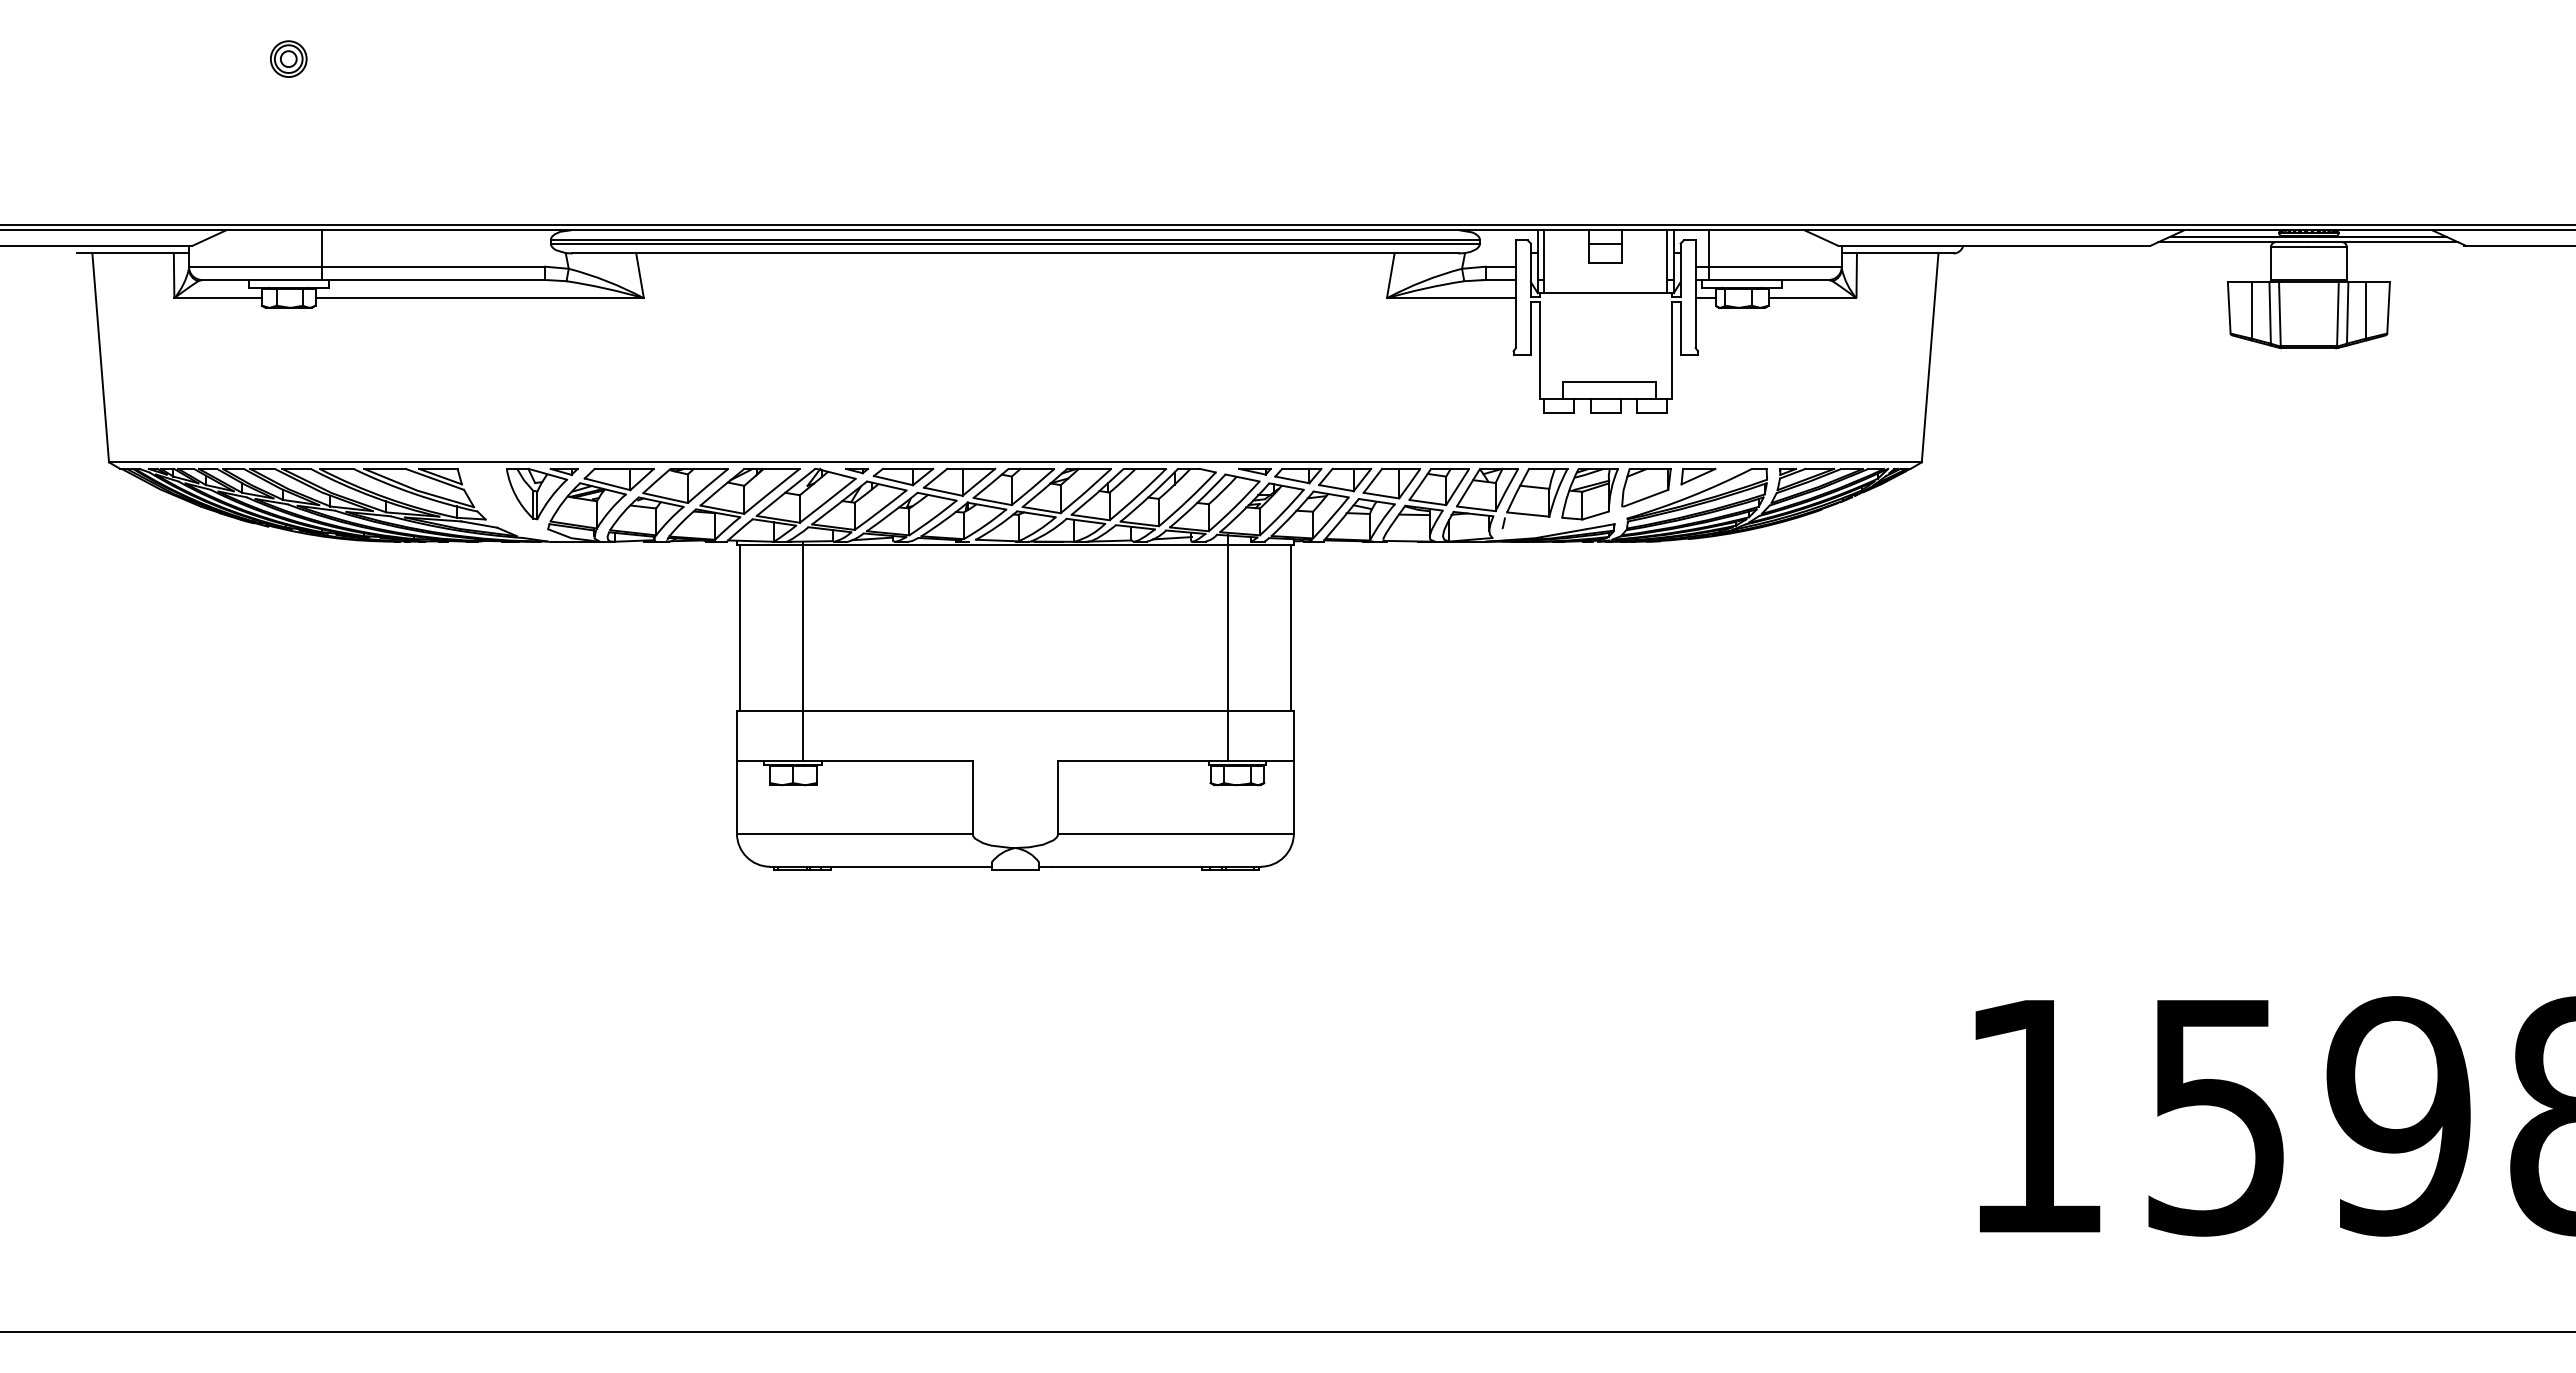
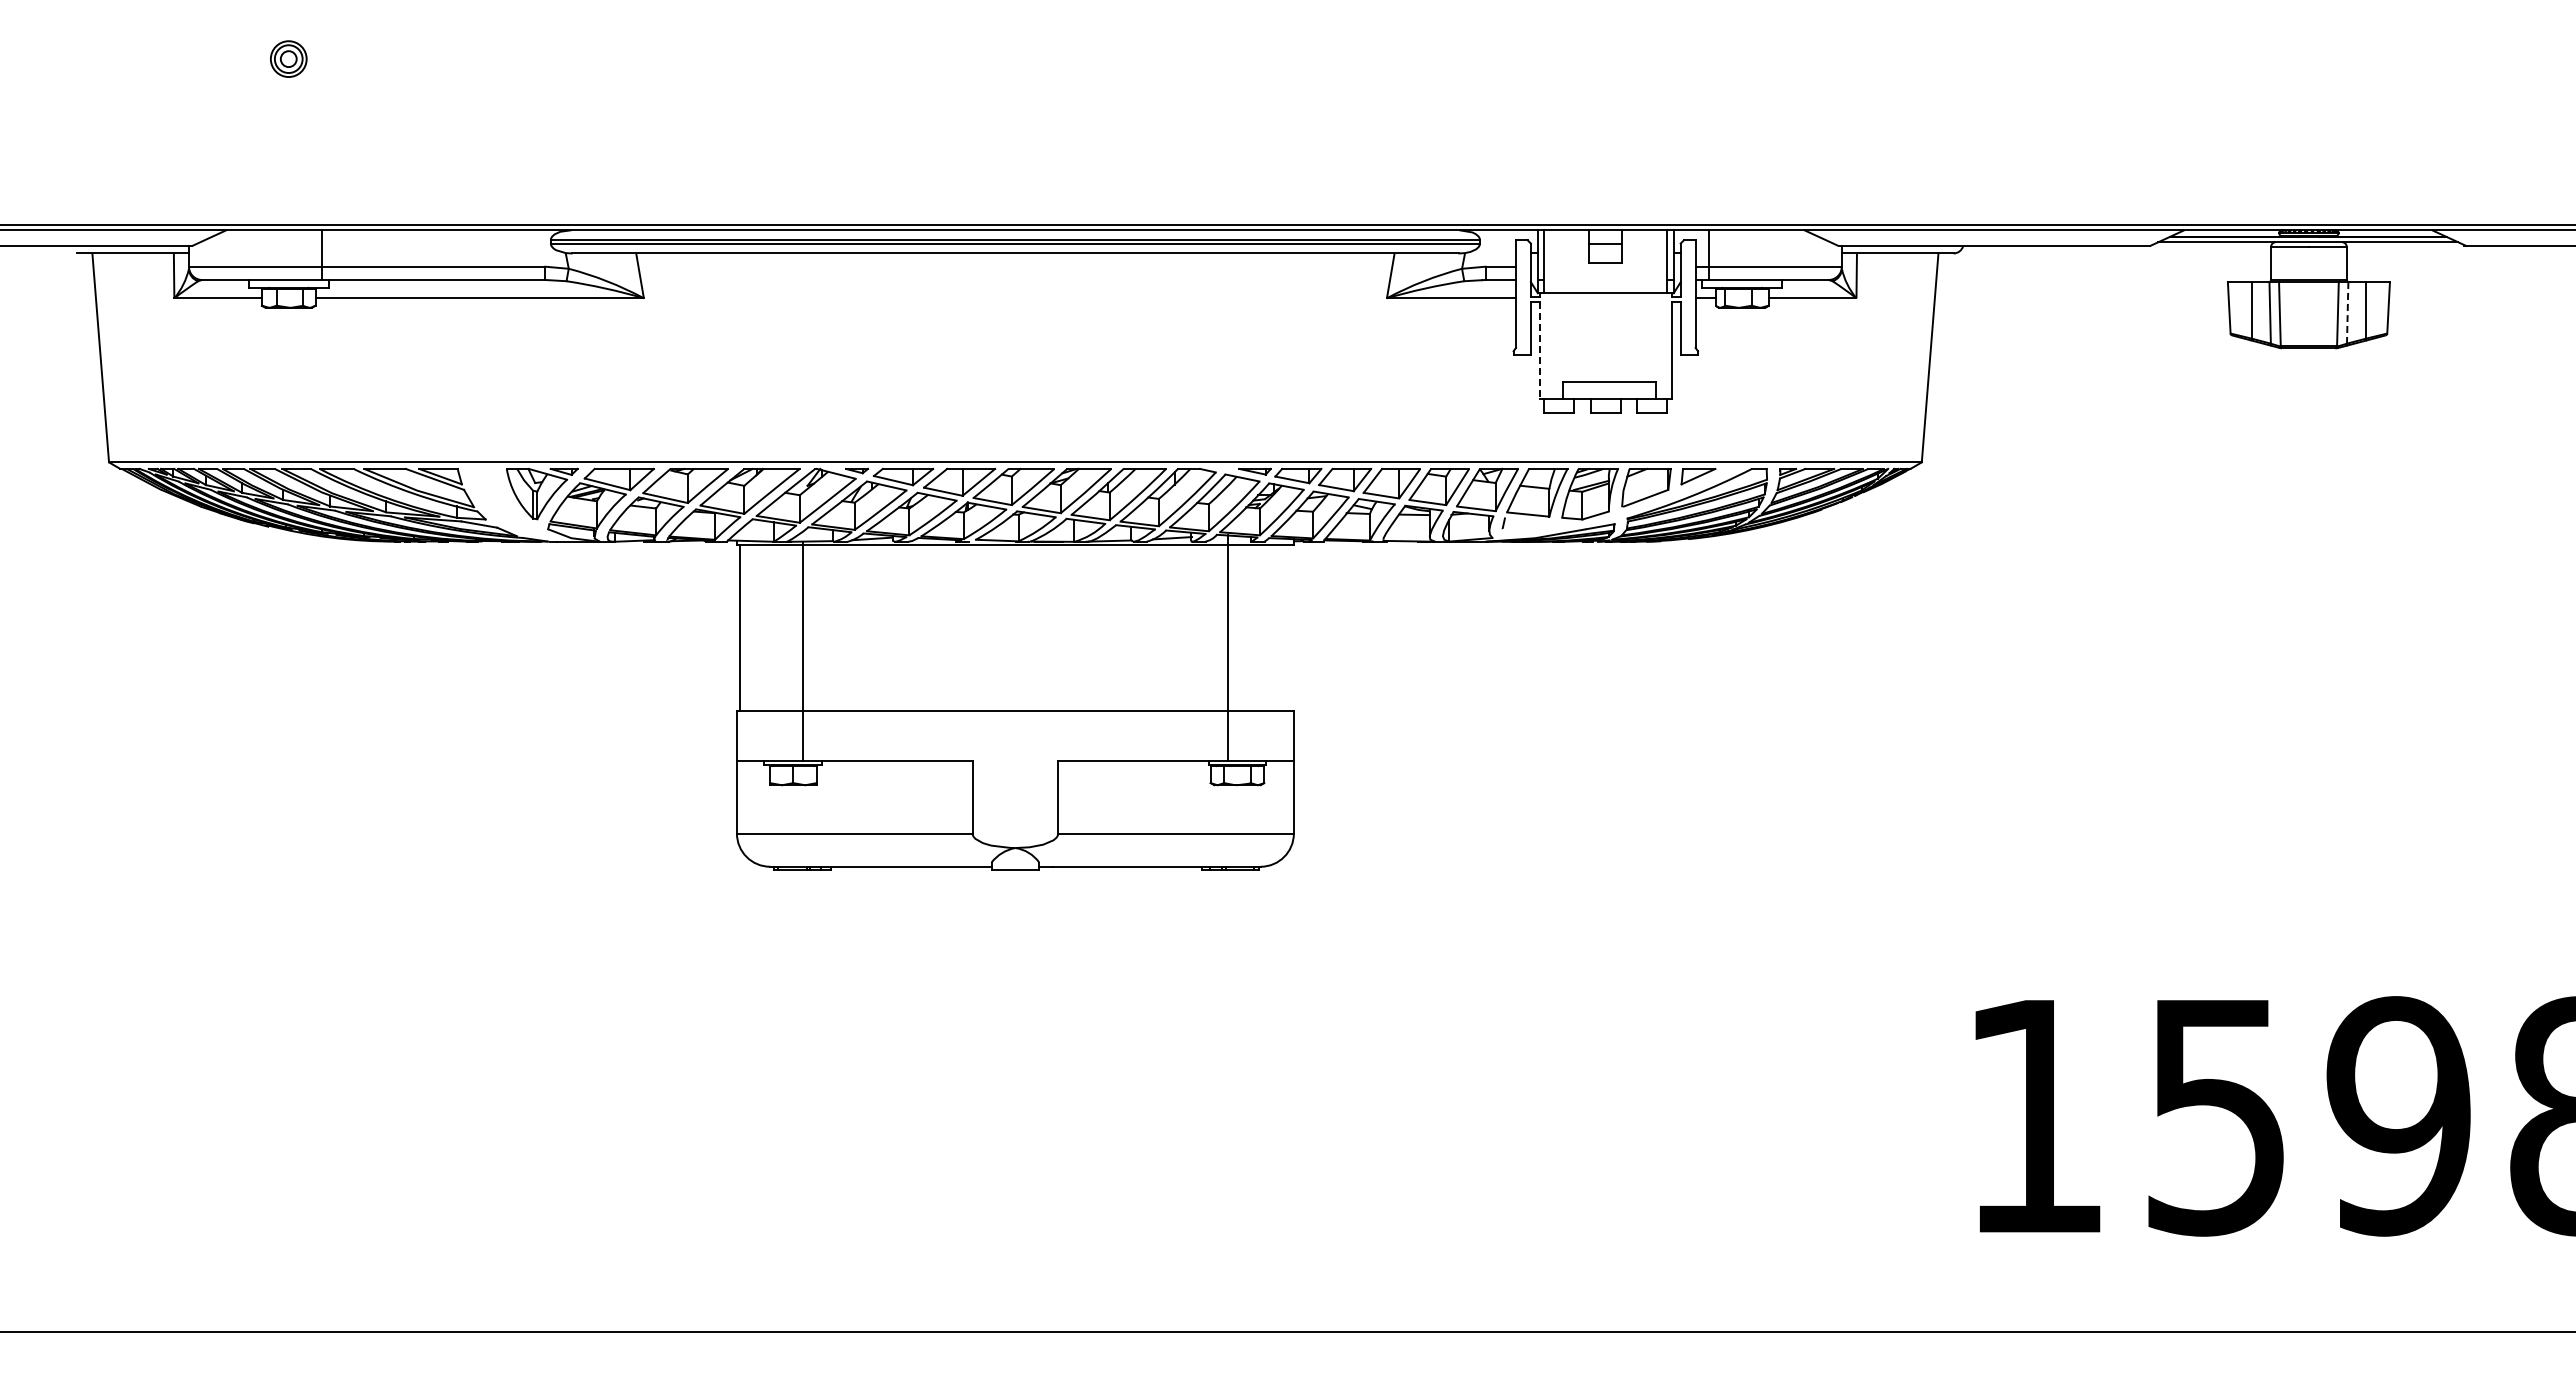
line at (2347, 313): solid -> dashed
line at (1539, 350): solid -> dashed
line at (1290, 627): present -> none
